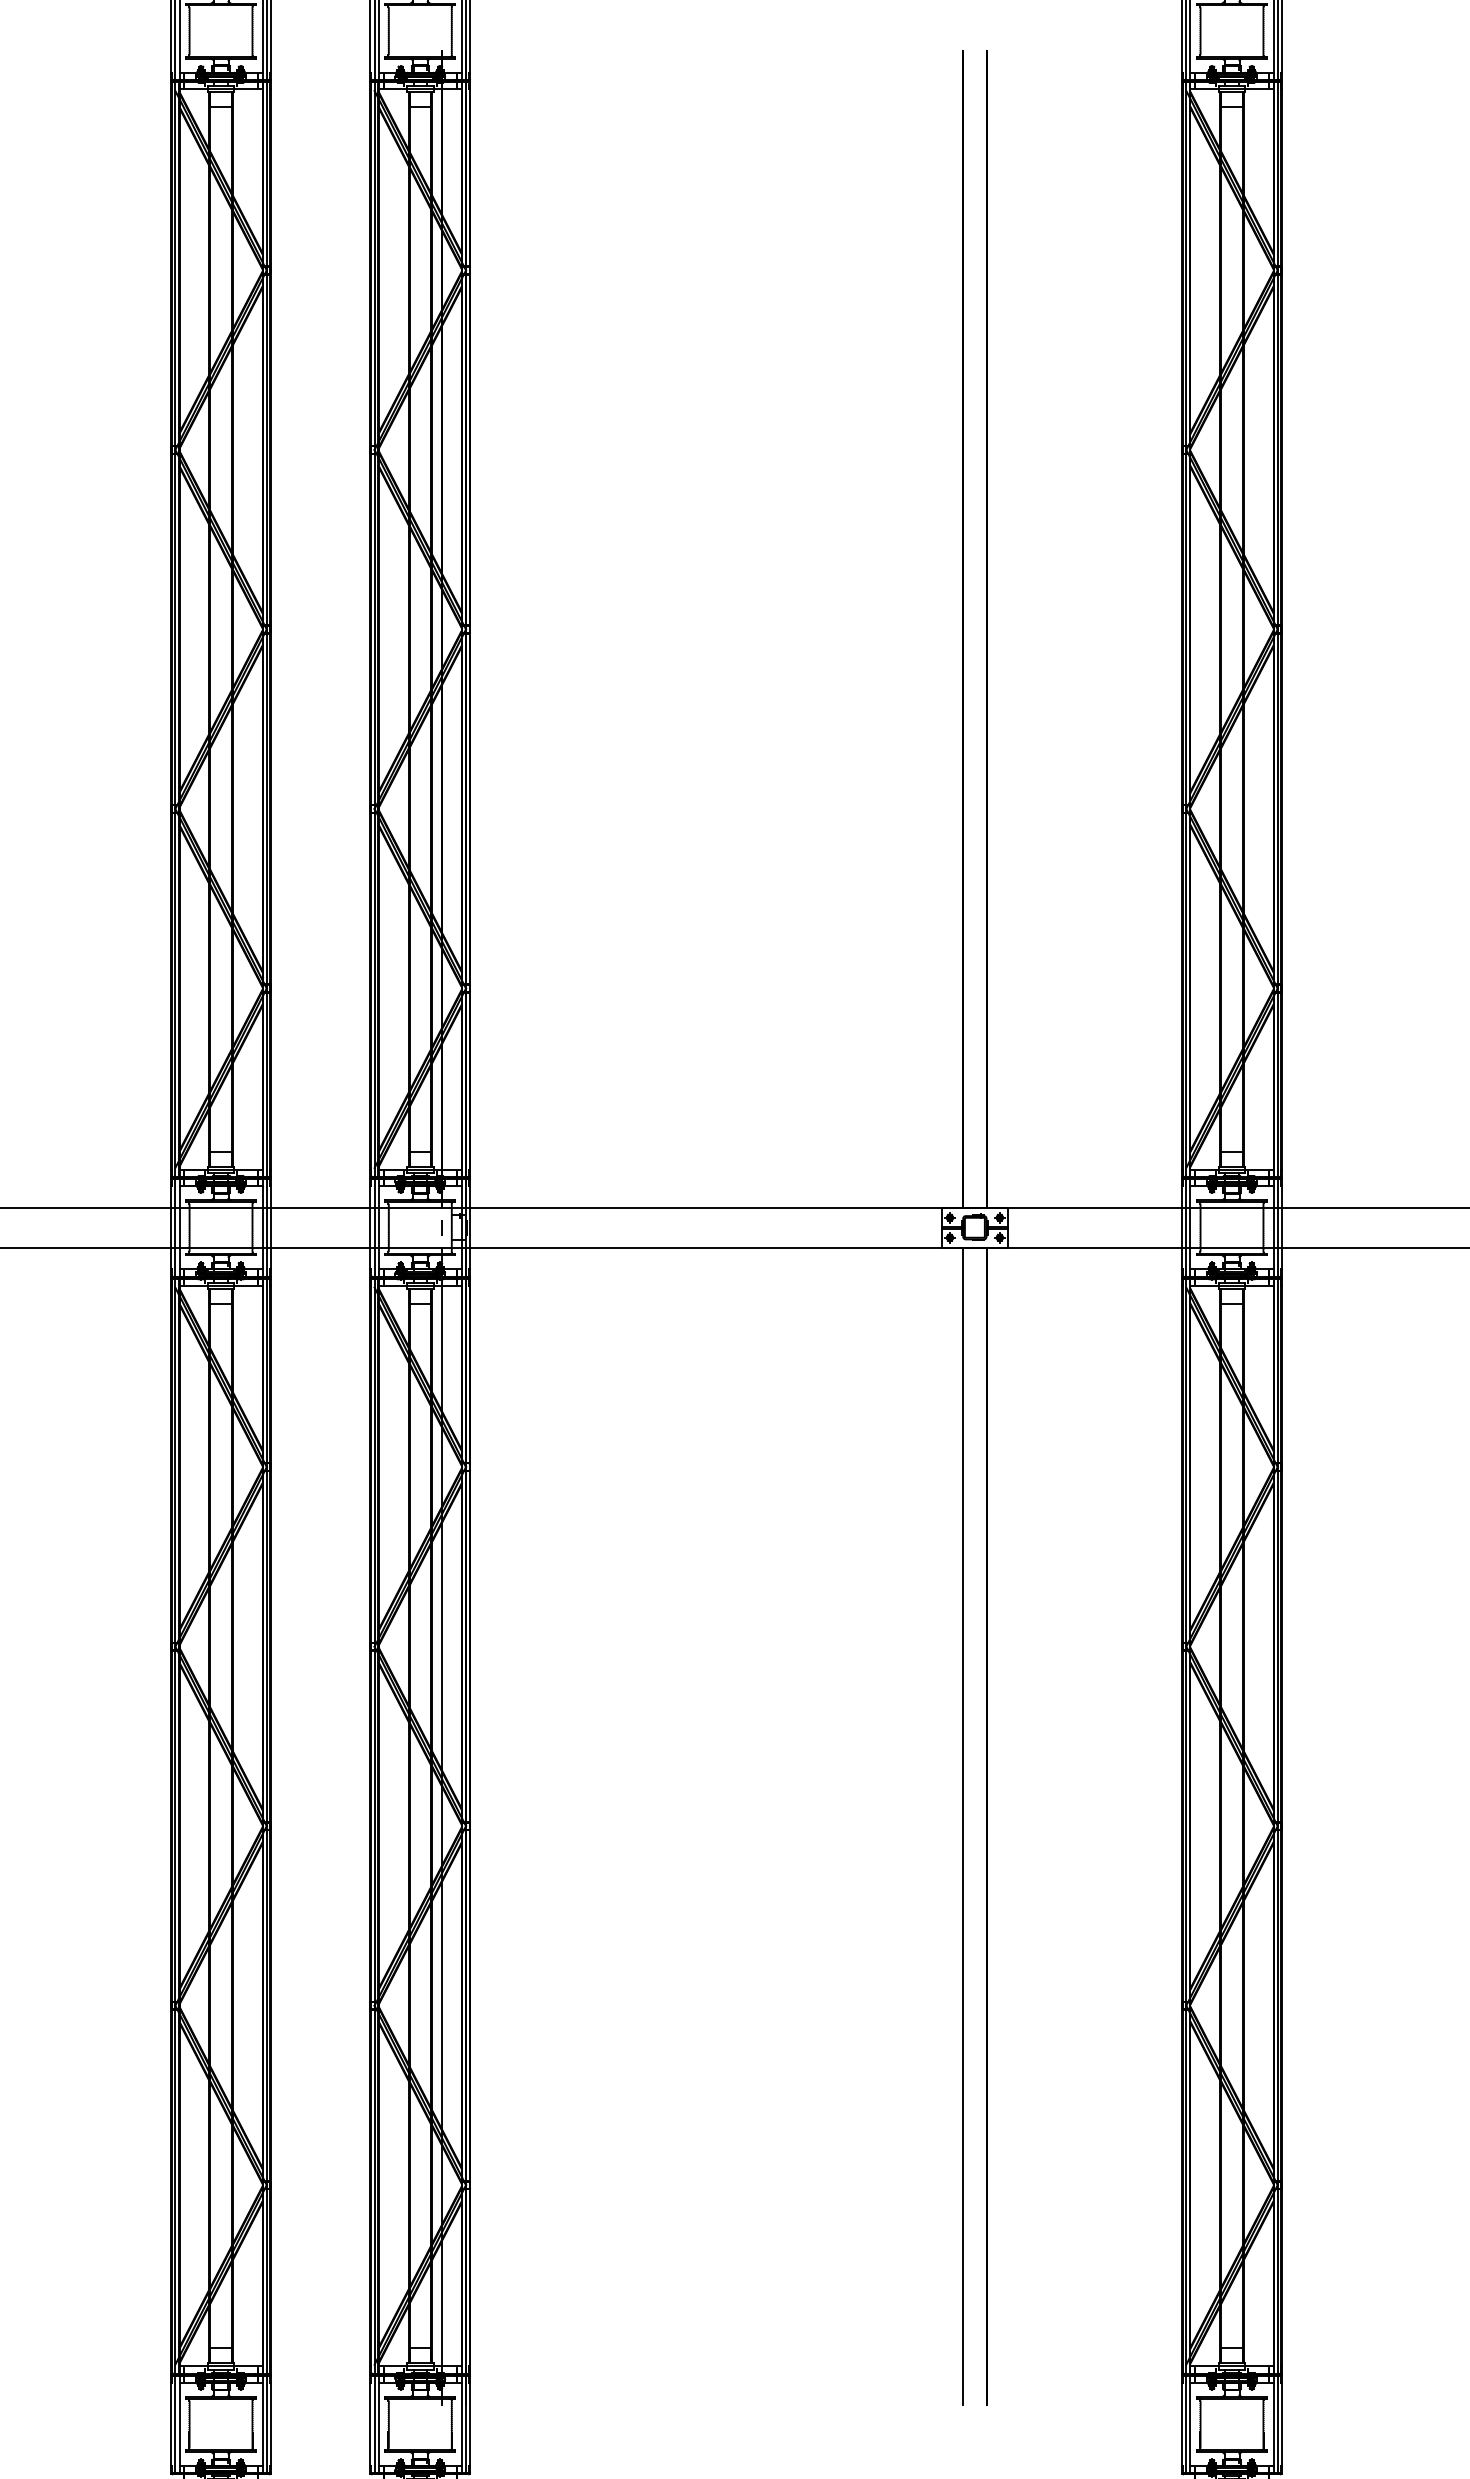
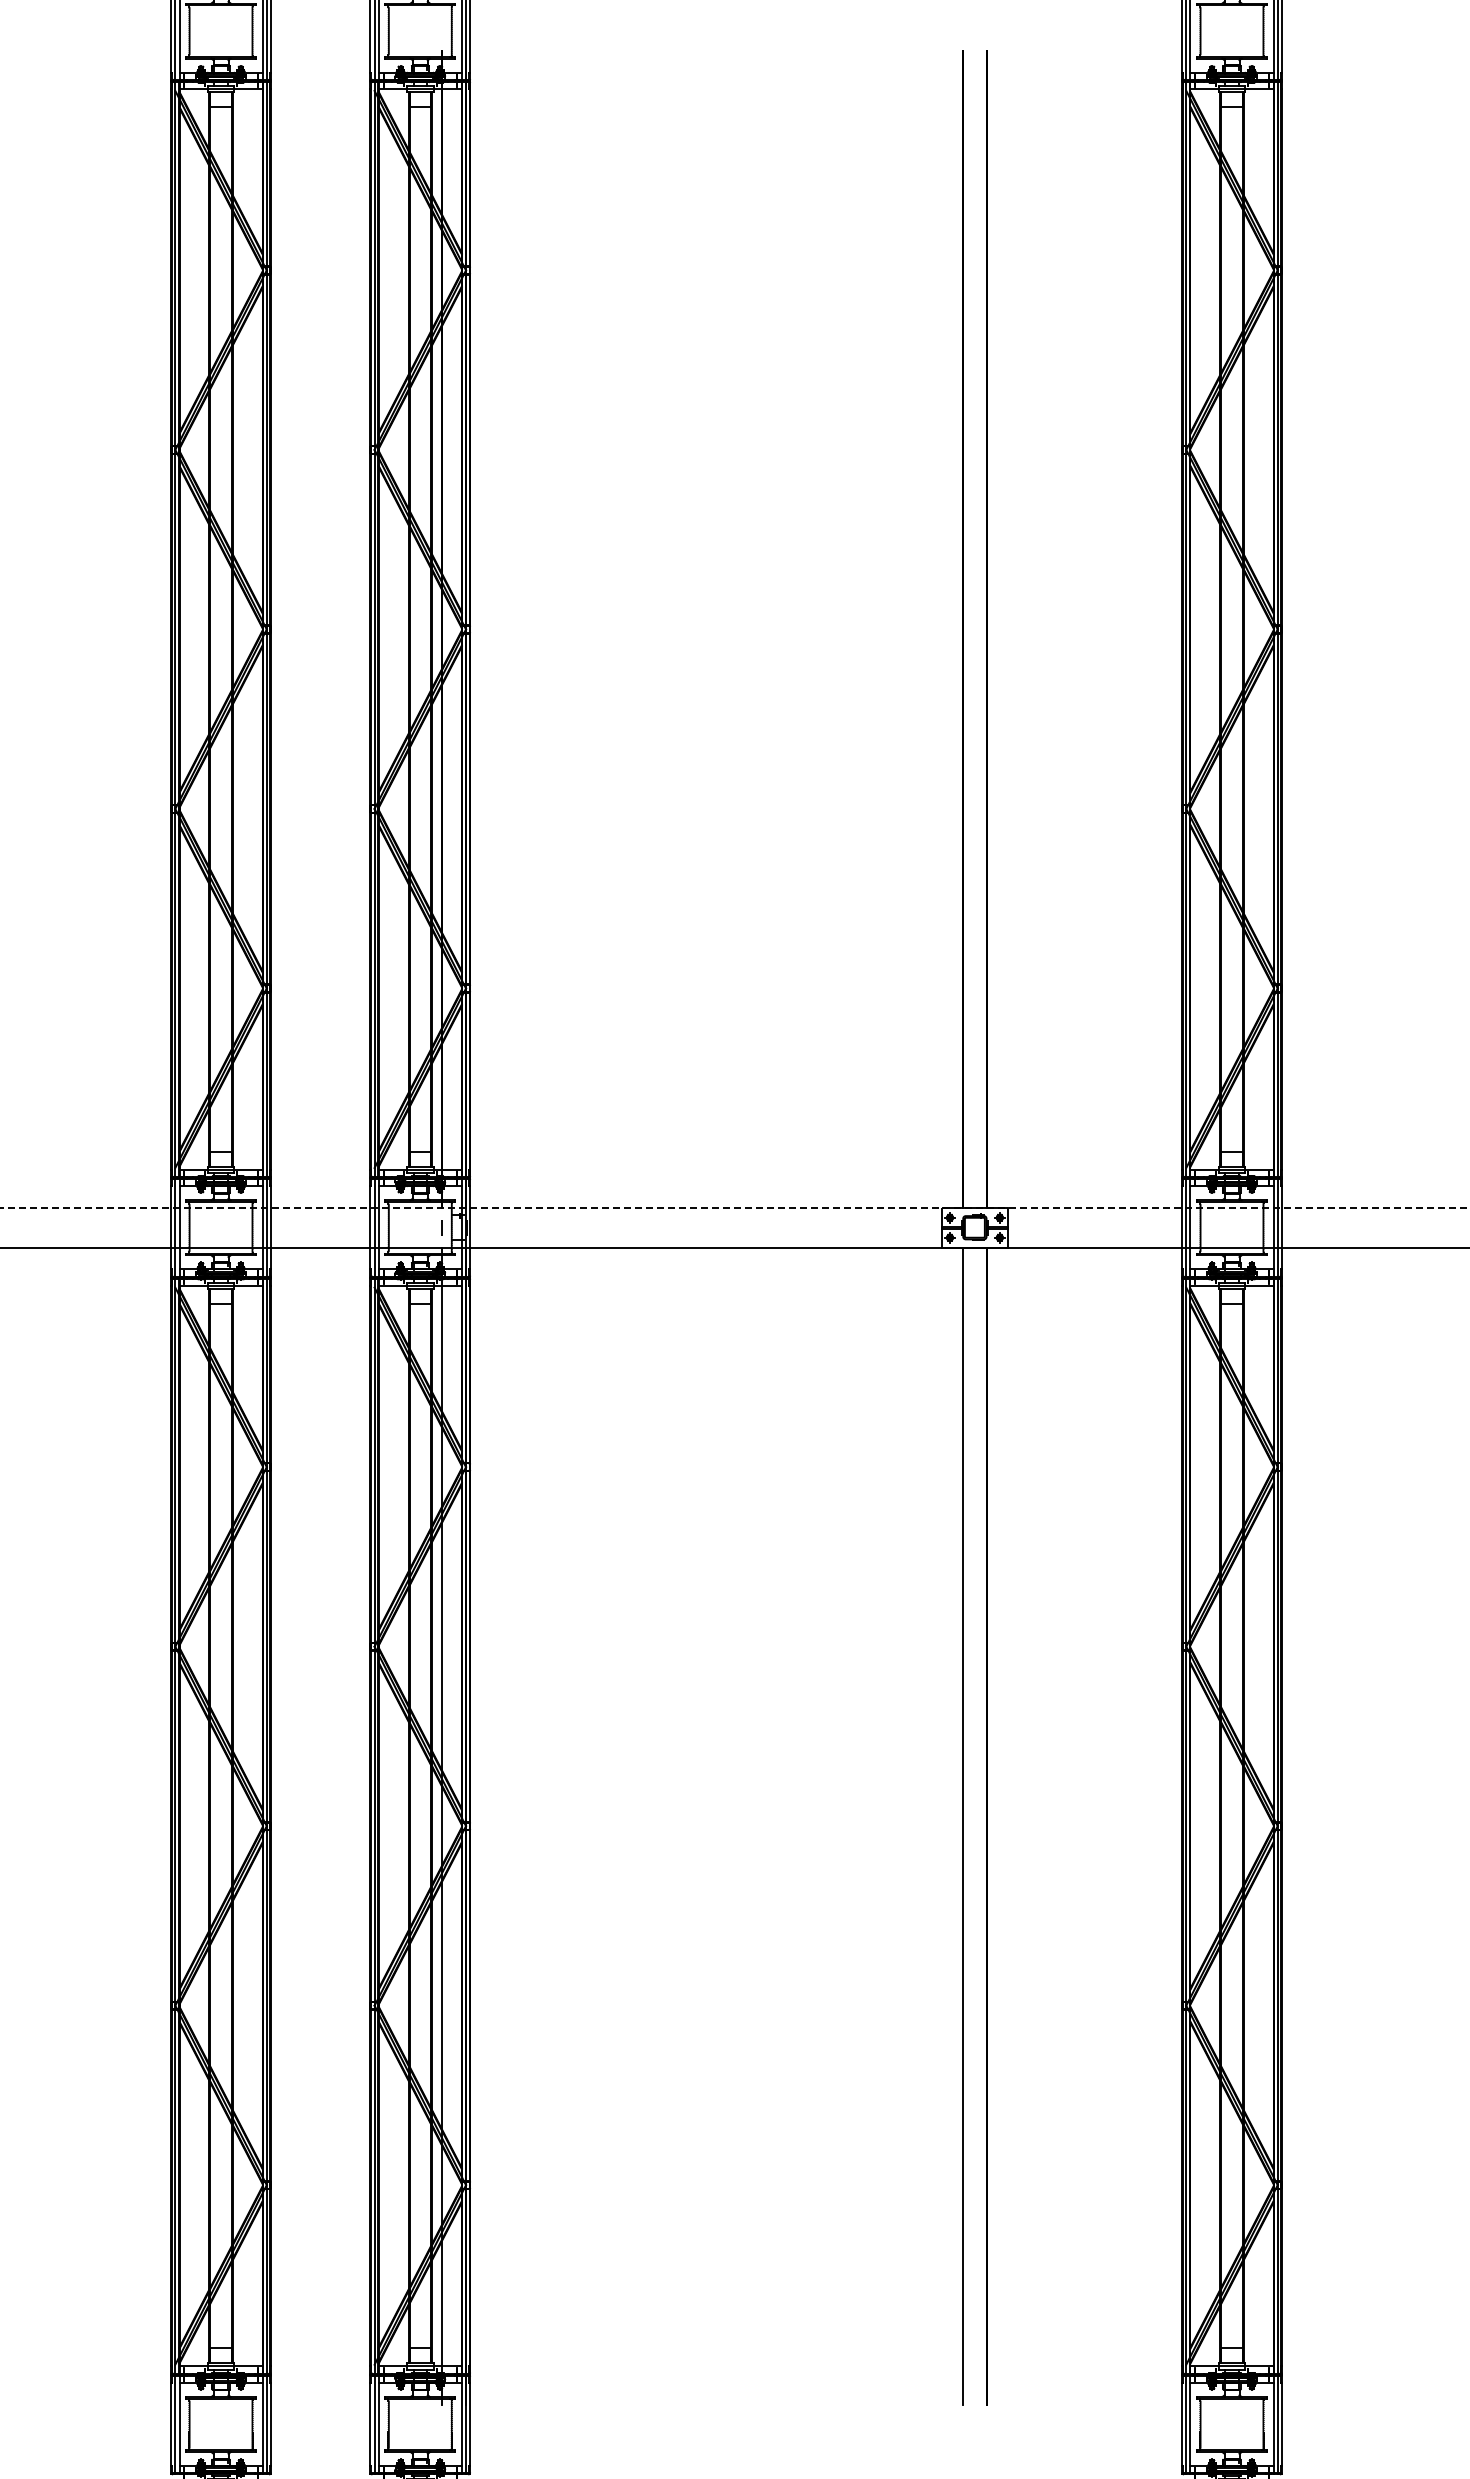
line at (734, 1207): solid -> dashed
